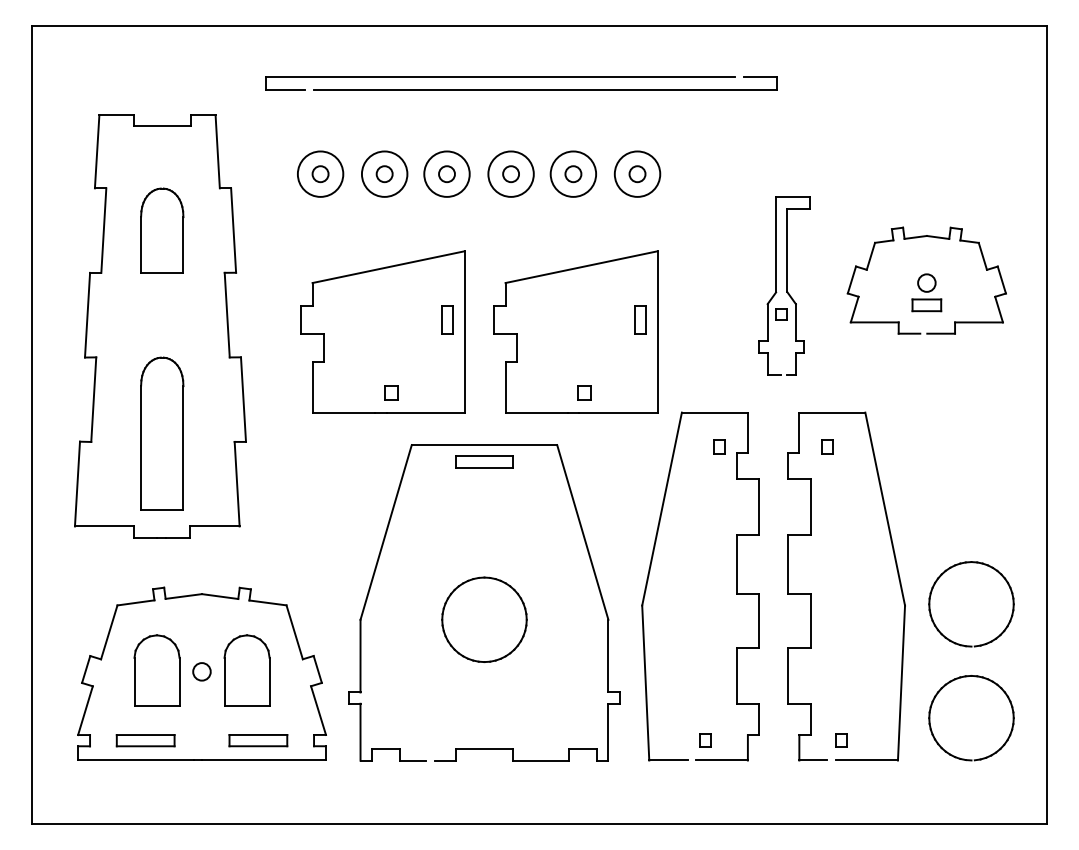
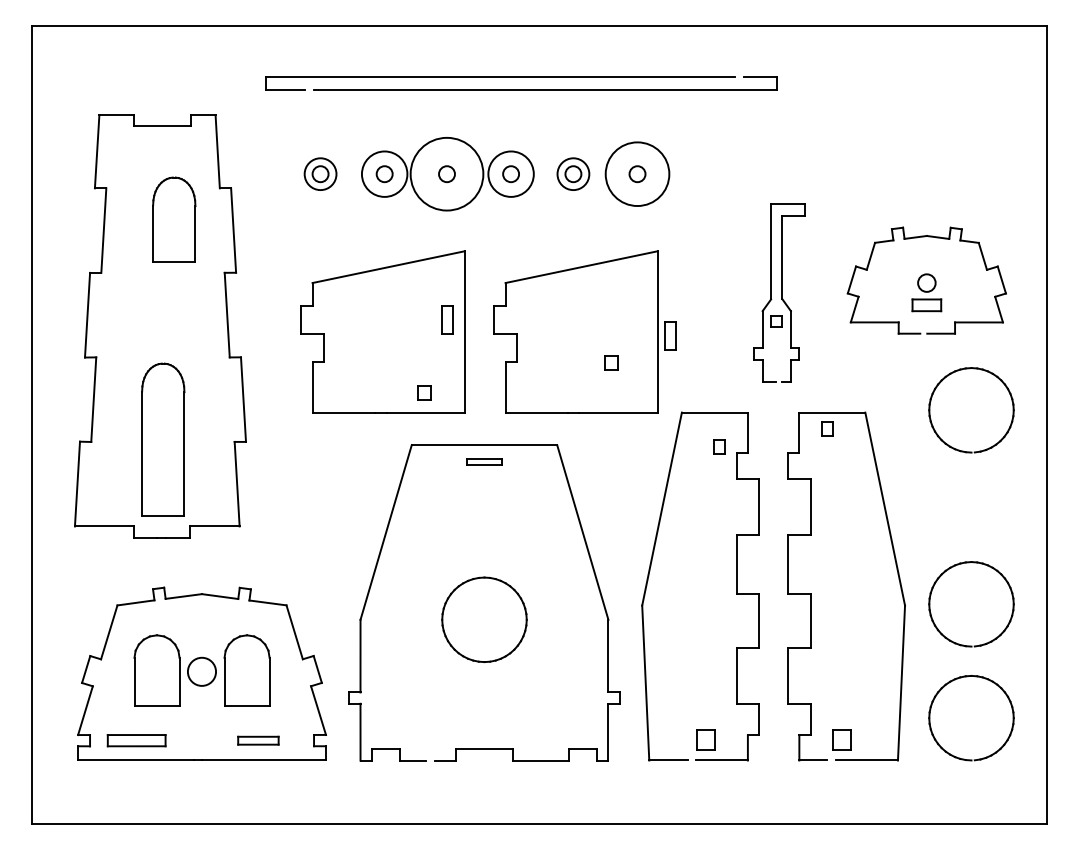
circle at (320, 173) diameter: 45 px -> 32 px
circle at (446, 173) diameter: 45 px -> 73 px
circle at (573, 173) diameter: 45 px -> 32 px
circle at (637, 173) diameter: 45 px -> 64 px
part at (162, 230) position: (162, 230) -> (174, 219)
part at (784, 285) position: (784, 285) -> (779, 292)
part at (640, 319) position: (640, 319) -> (670, 335)
part at (391, 392) position: (391, 392) -> (424, 392)
part at (584, 392) position: (584, 392) -> (611, 362)
part at (971, 410): none -> present
part at (162, 433) position: (162, 433) -> (163, 439)
part at (827, 446) position: (827, 446) -> (827, 428)
part at (484, 461) size: 59x14 px -> 37x8 px
circle at (201, 671) diameter: 18 px -> 28 px
part at (145, 740) position: (145, 740) -> (136, 740)
part at (258, 740) size: 61x14 px -> 43x11 px
part at (705, 740) size: 13x15 px -> 20x22 px
part at (841, 740) size: 13x15 px -> 20x22 px
